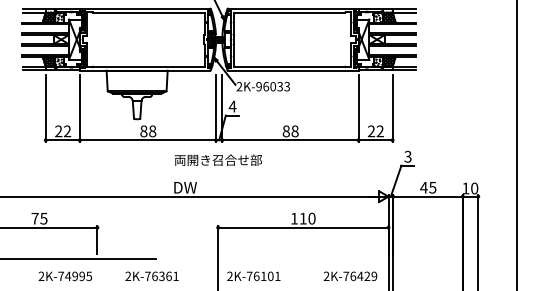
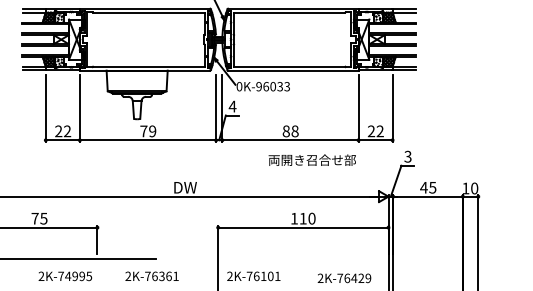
text at (239, 86): 2K-96033 -> 0K-96033
text at (148, 131): 88 -> 79
line at (517, 144): present -> none
text at (217, 159) position: (217, 159) -> (311, 159)
text at (350, 276) position: (350, 276) -> (344, 278)
